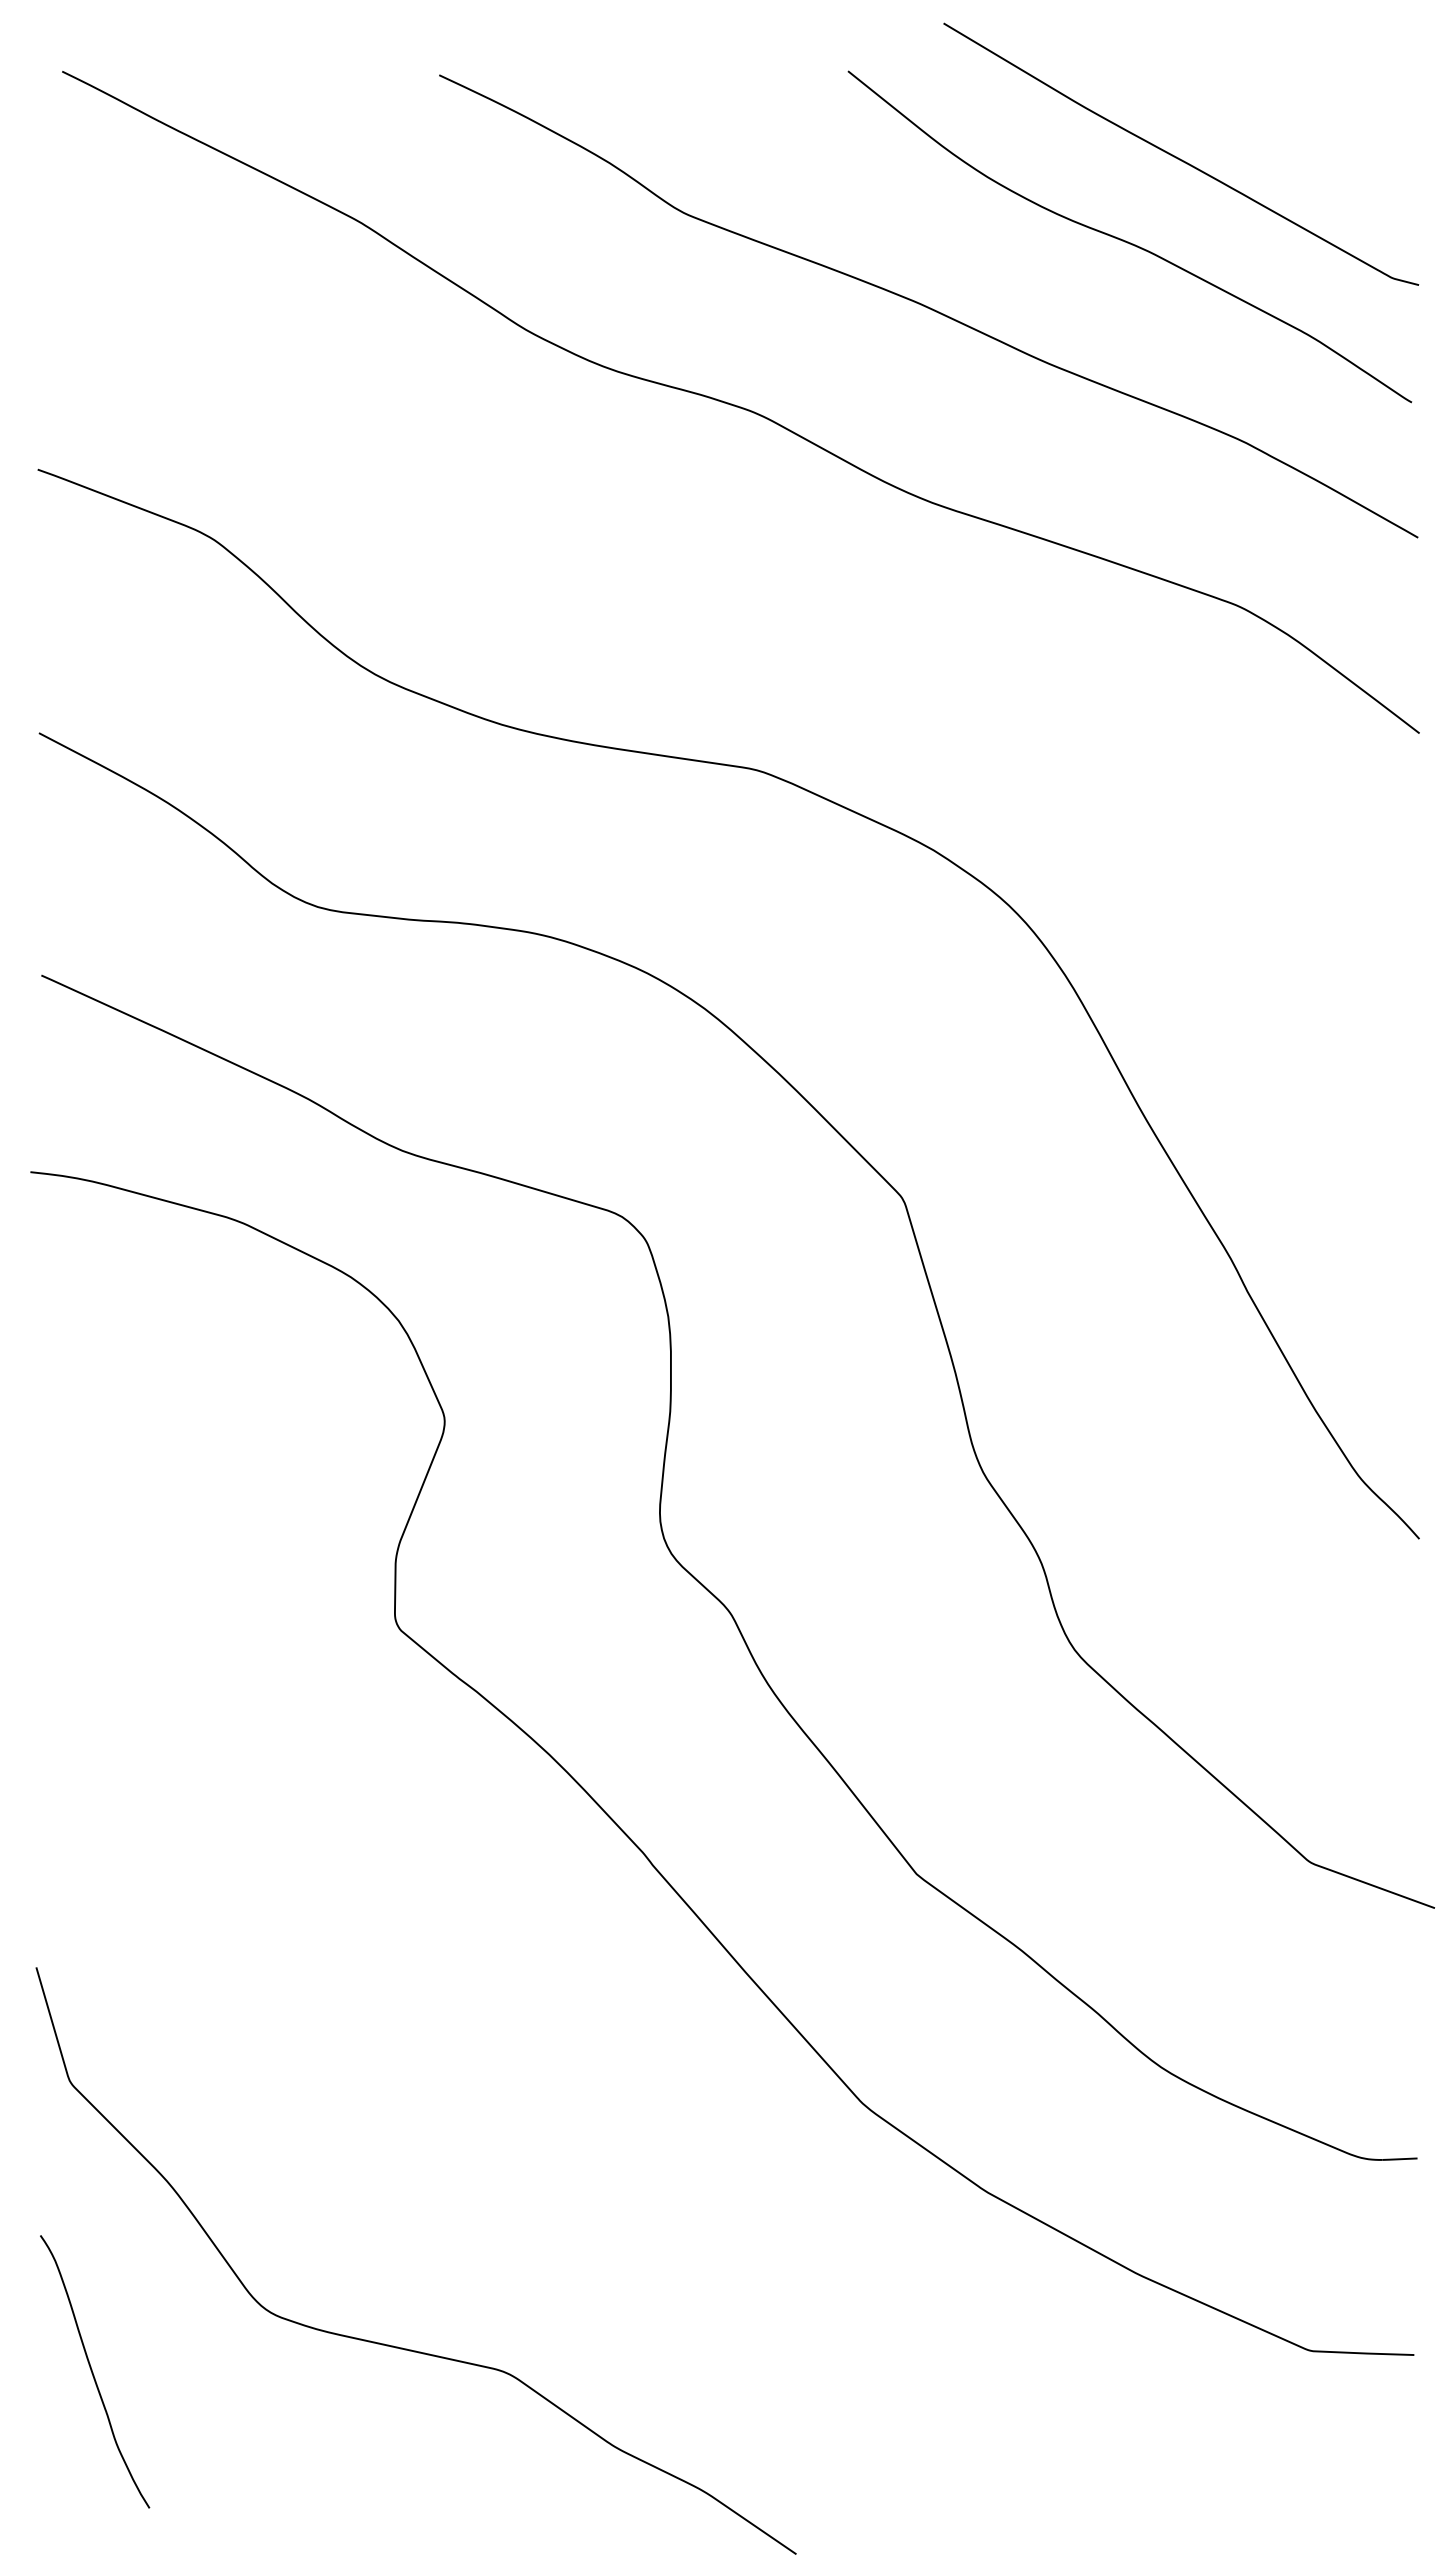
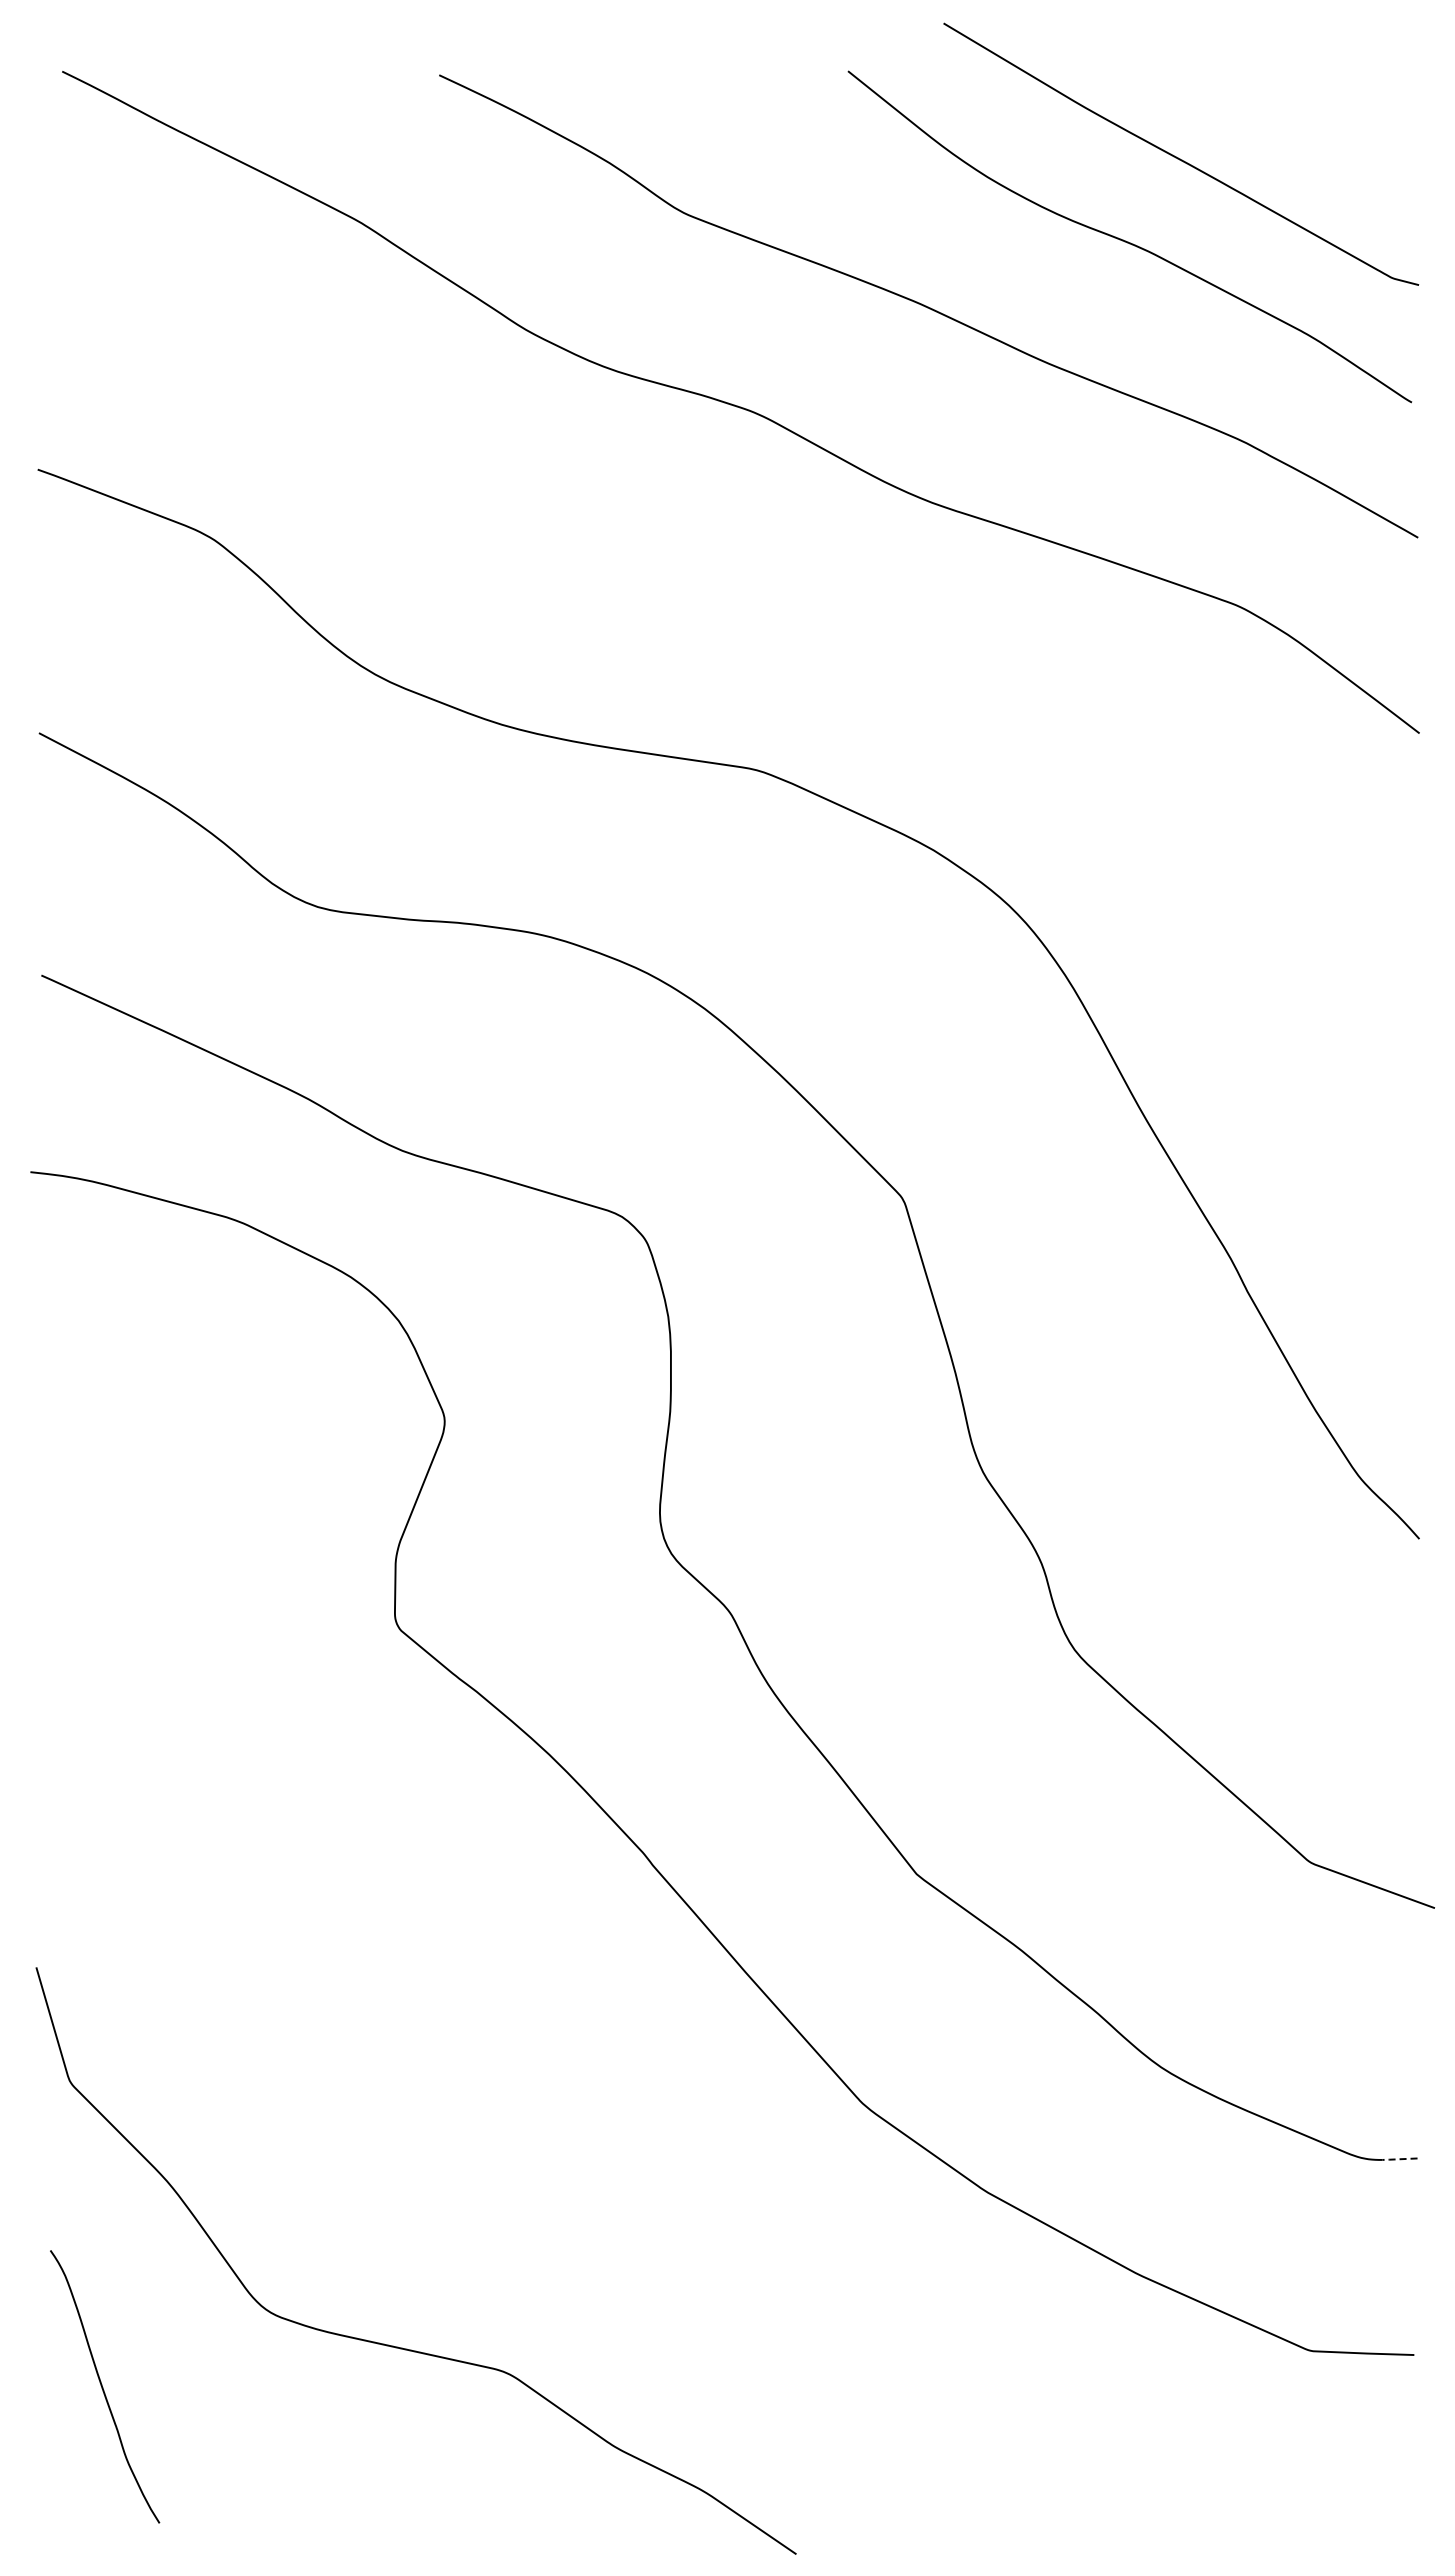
line at (1397, 2159): solid -> dashed
curve at (93, 2372) position: (93, 2372) -> (103, 2387)
